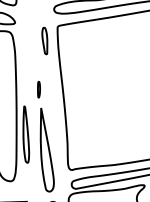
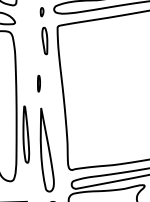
part at (41, 12): none -> present
line at (38, 89) position: (38, 89) -> (38, 83)
